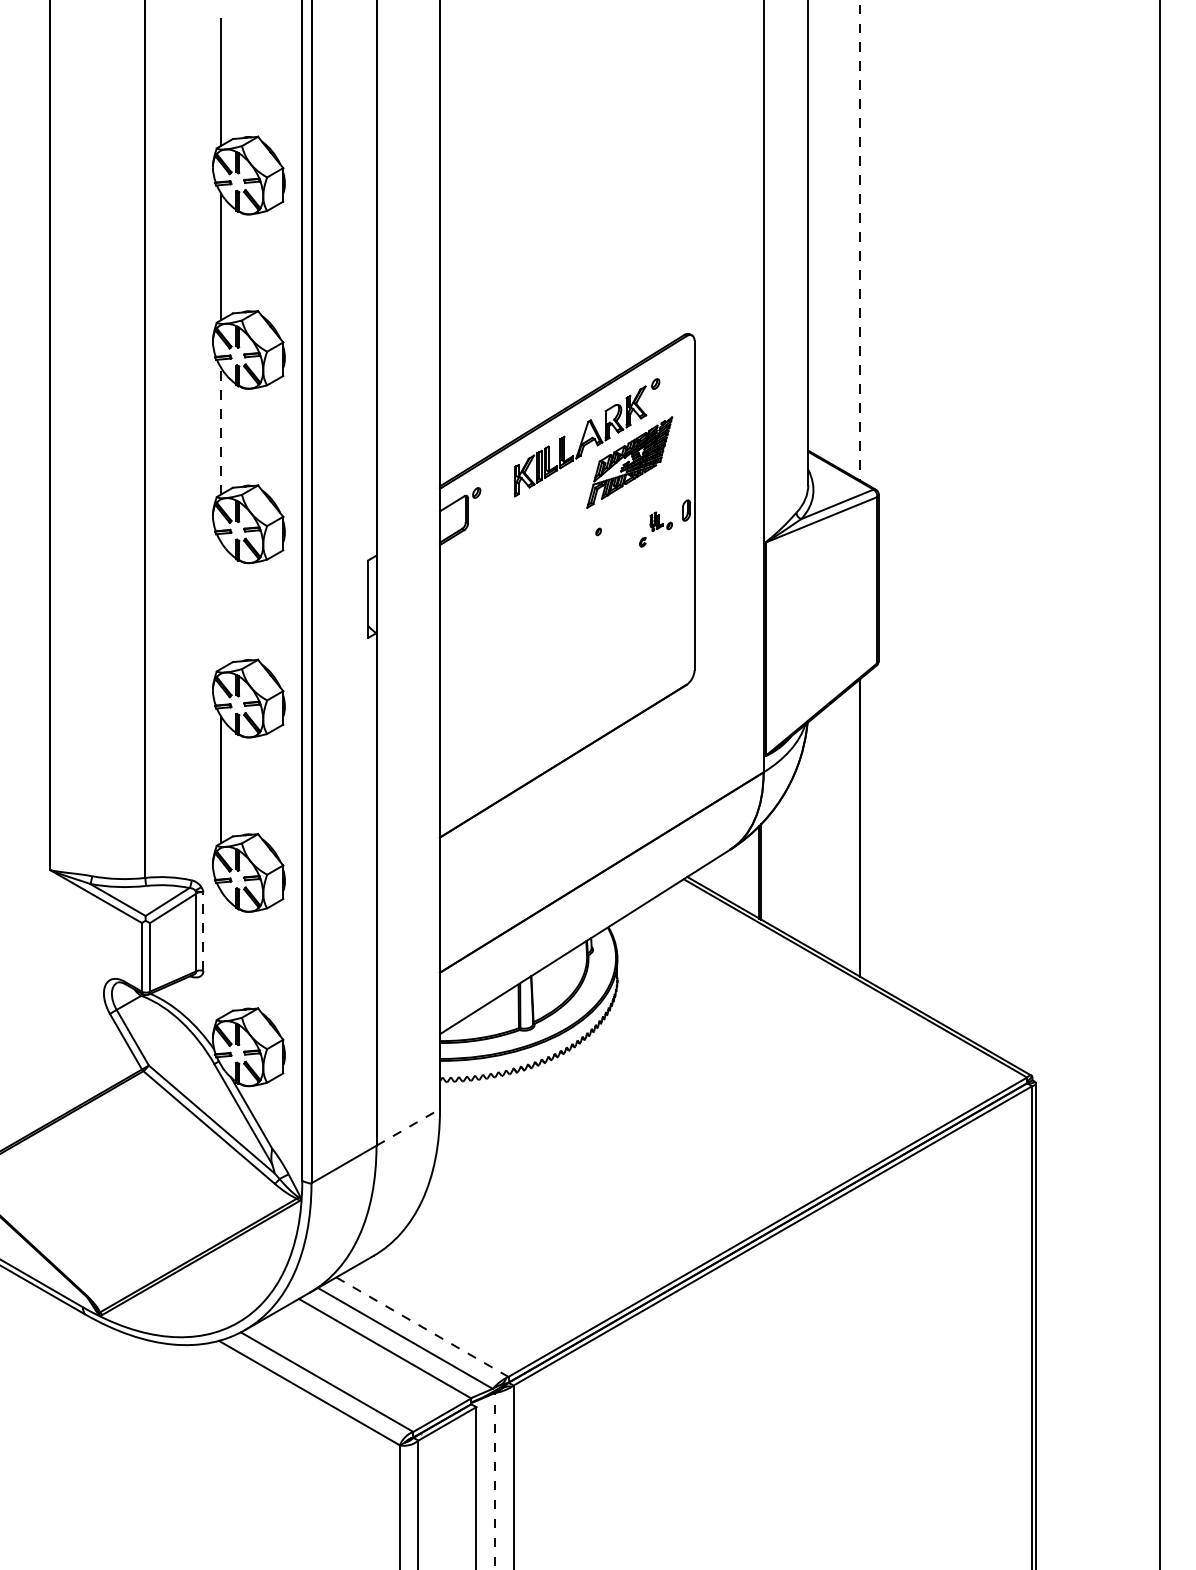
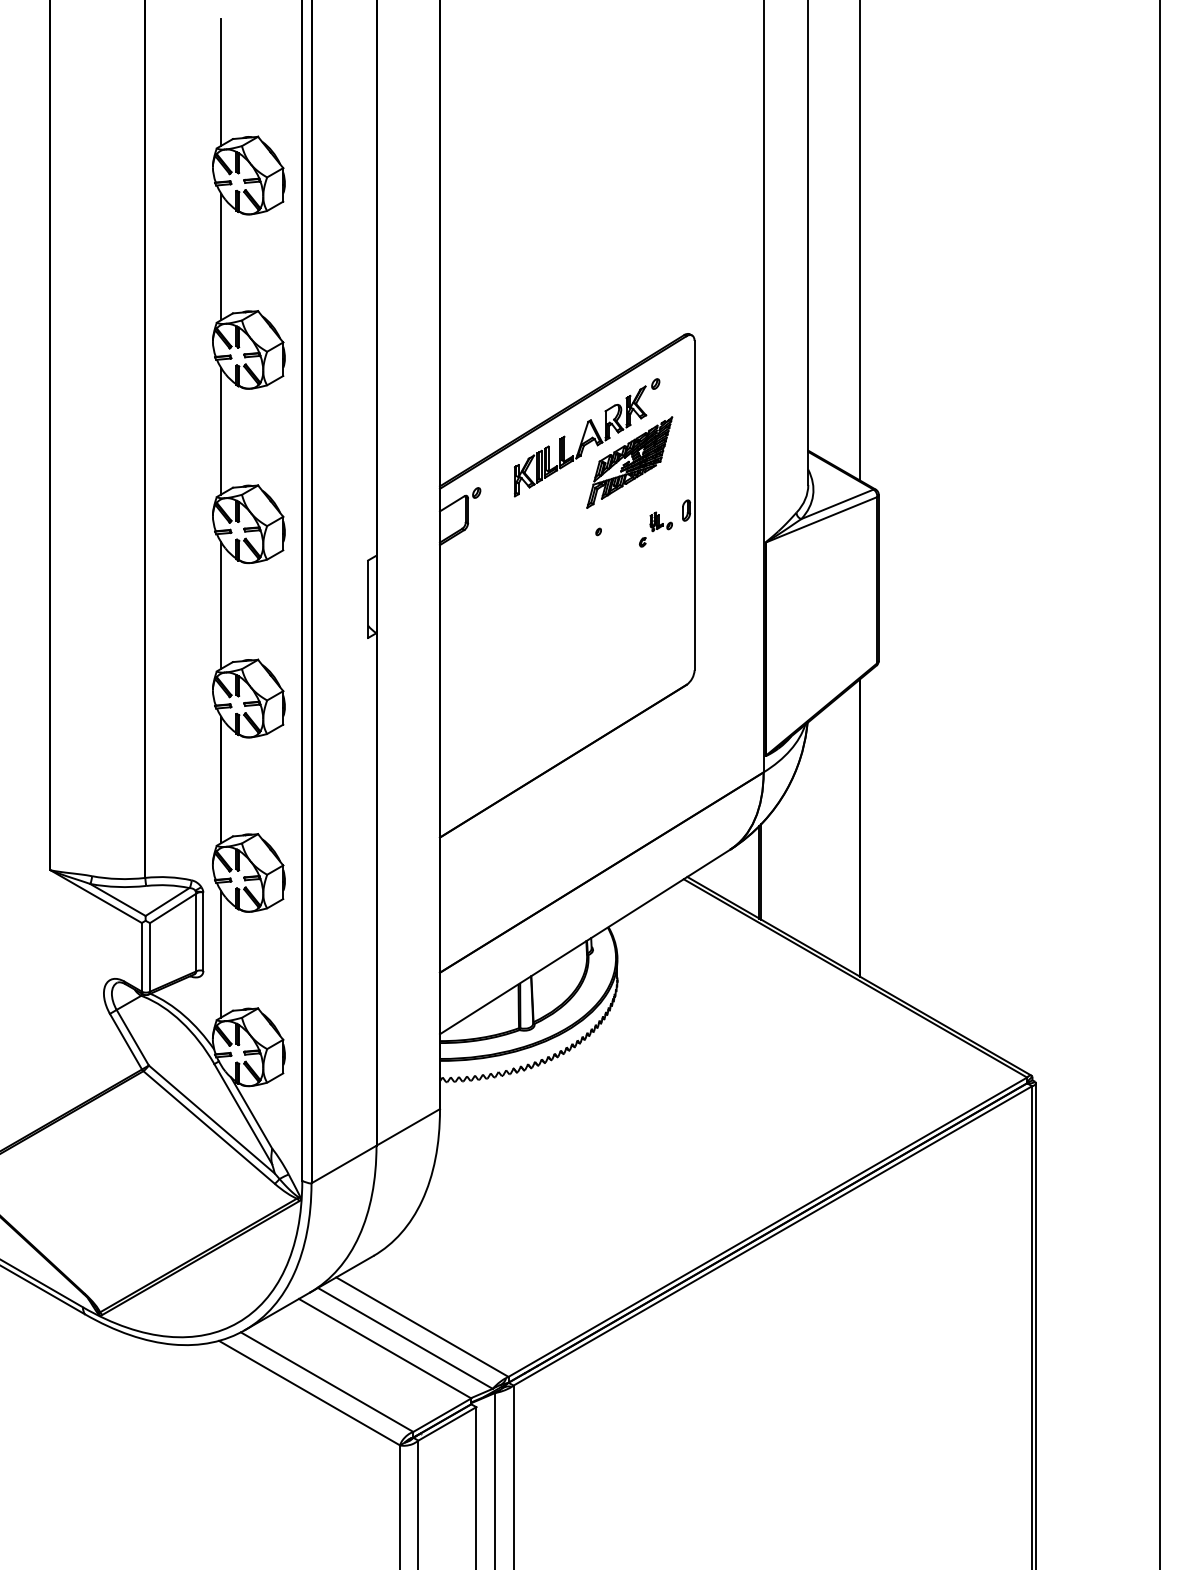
line at (859, 240): dashed -> solid
line at (221, 430): dashed -> solid
line at (221, 605): none -> present
line at (203, 931): dashed -> solid
line at (221, 953): none -> present
line at (408, 1127): dashed -> solid
line at (422, 1327): dashed -> solid
line at (495, 1480): dashed -> solid
